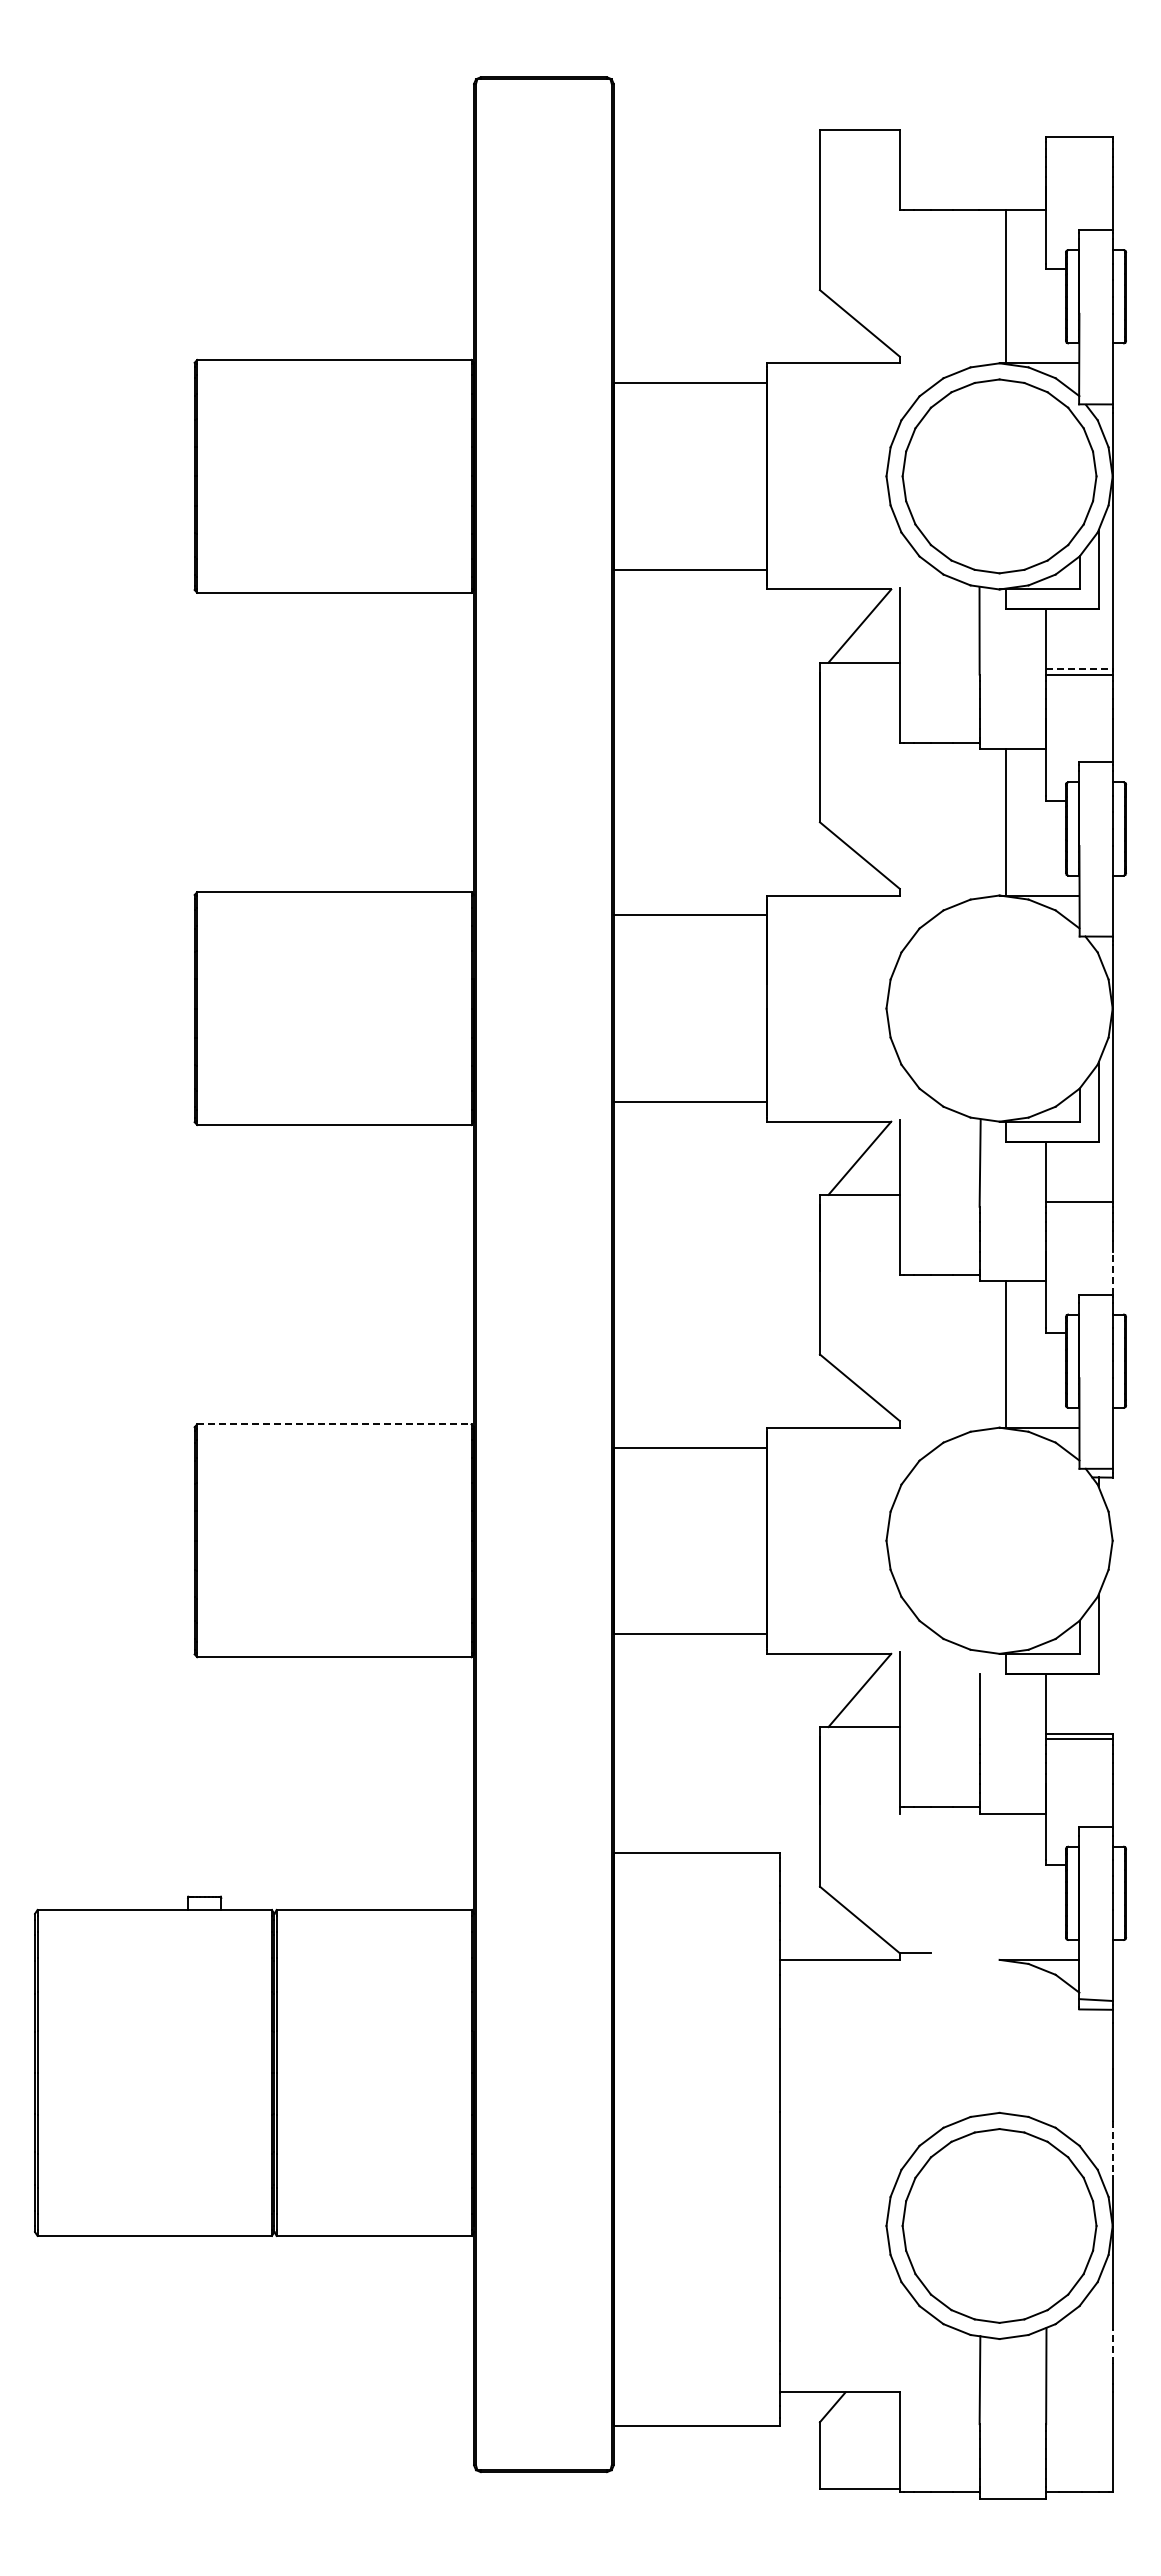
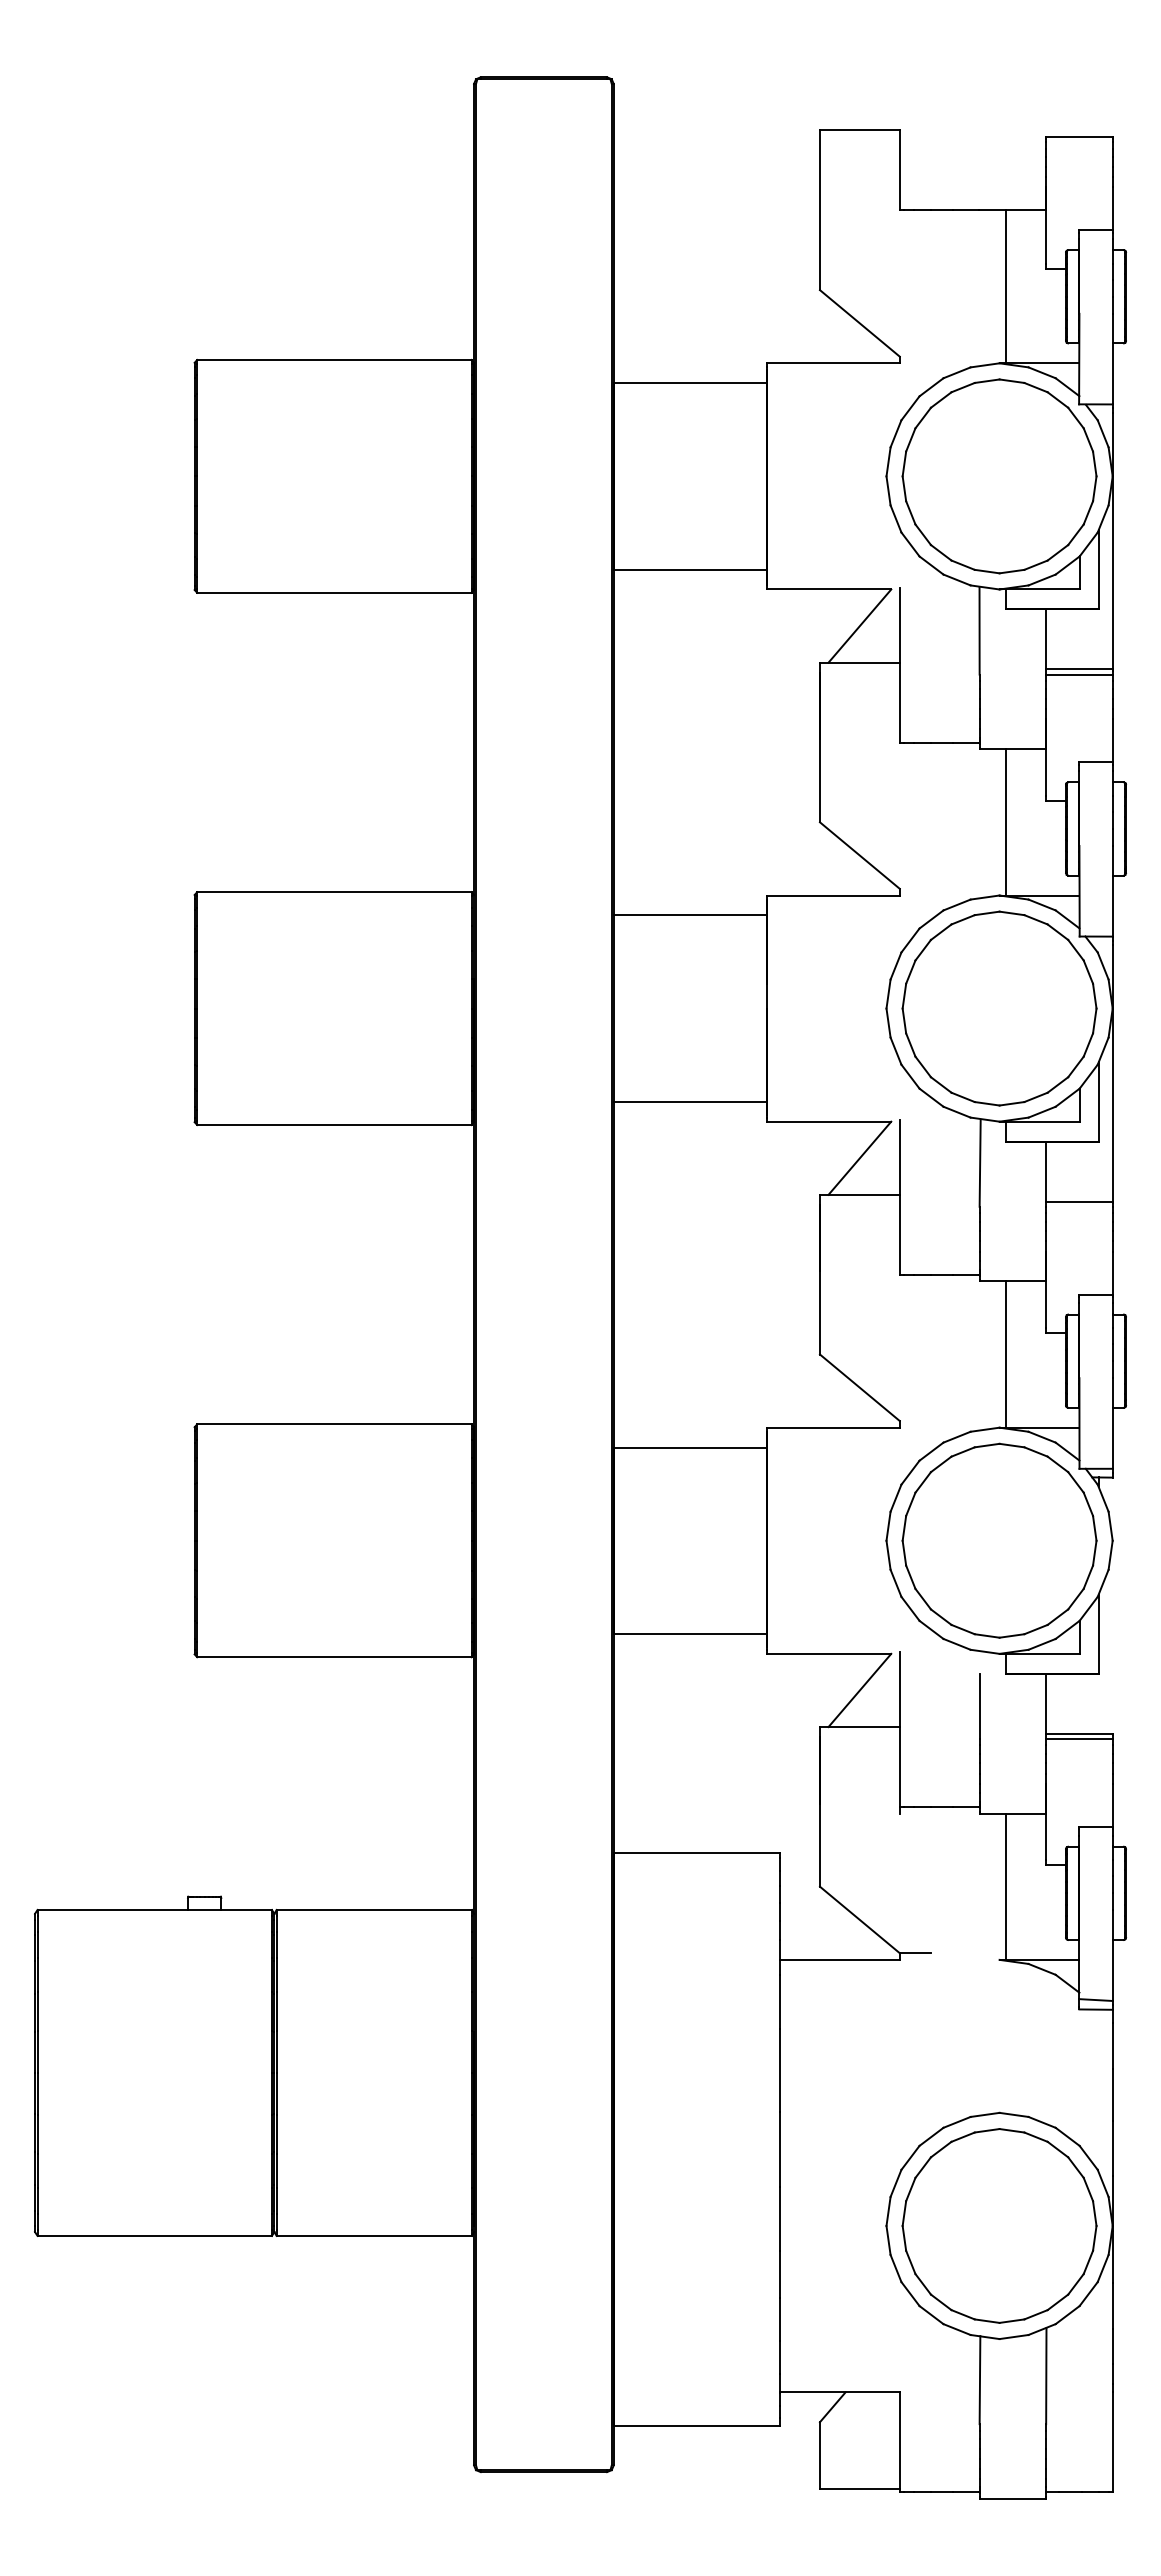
line at (1079, 669): dashed -> solid
part at (999, 1008): none -> present
line at (1112, 1273): dashed -> solid
line at (334, 1424): dashed -> solid
part at (999, 1540): none -> present
line at (1006, 1886): none -> present
line at (1112, 2148): dashed -> solid
line at (1112, 2345): dashed -> solid
